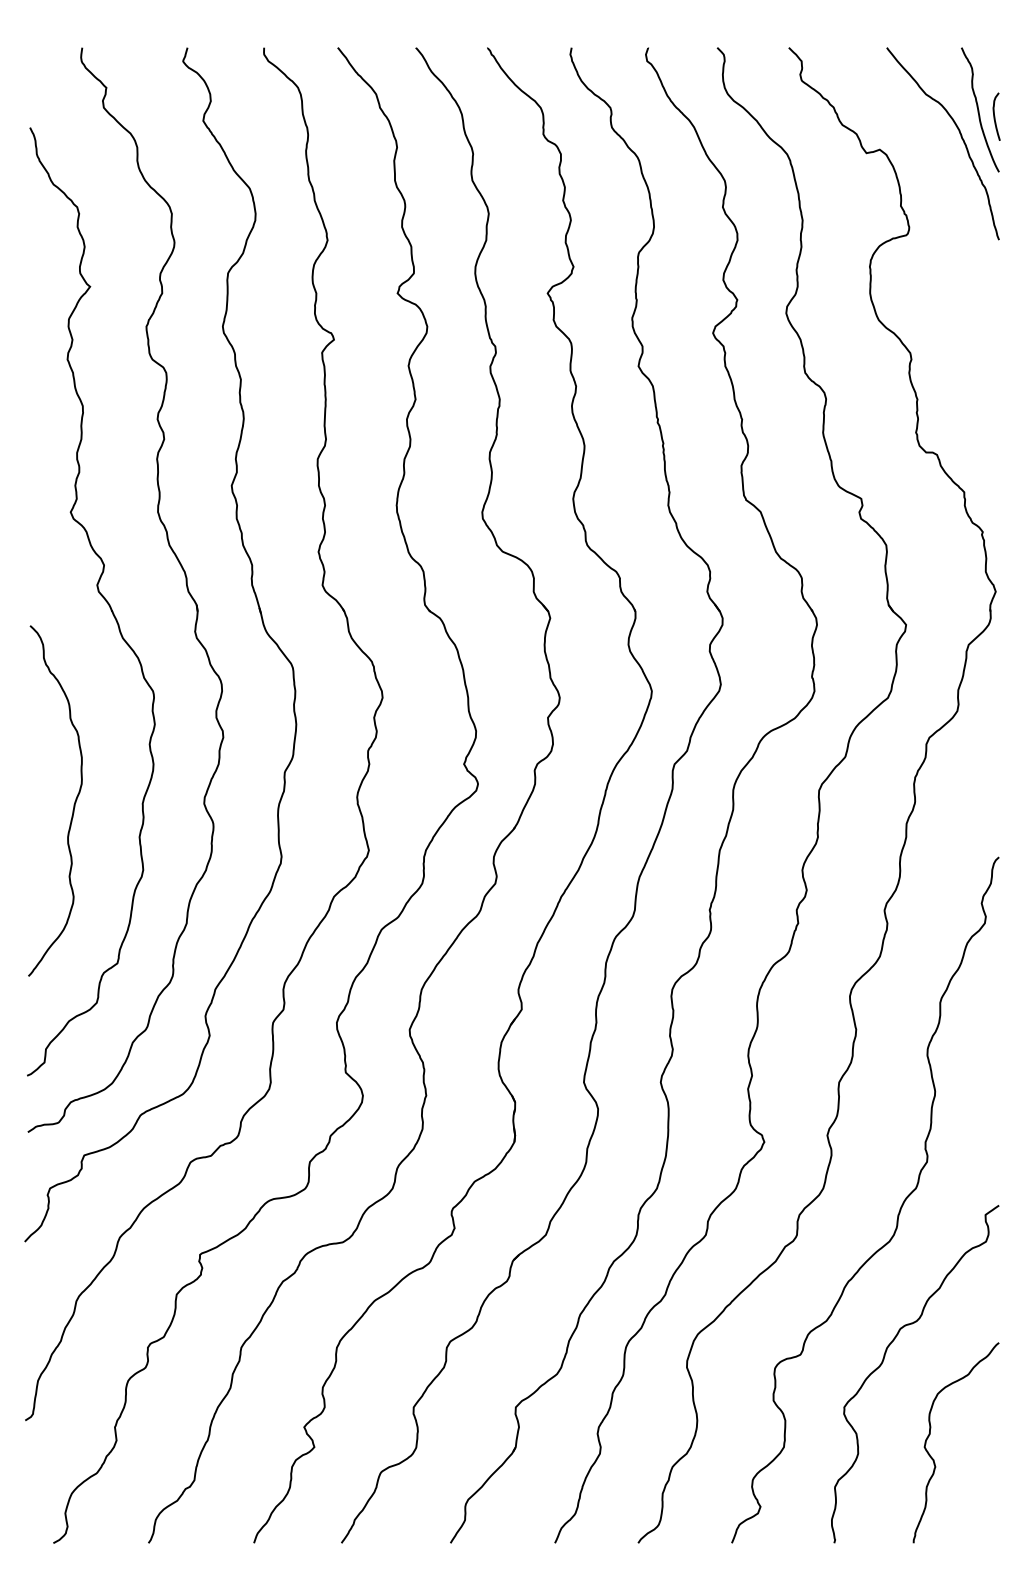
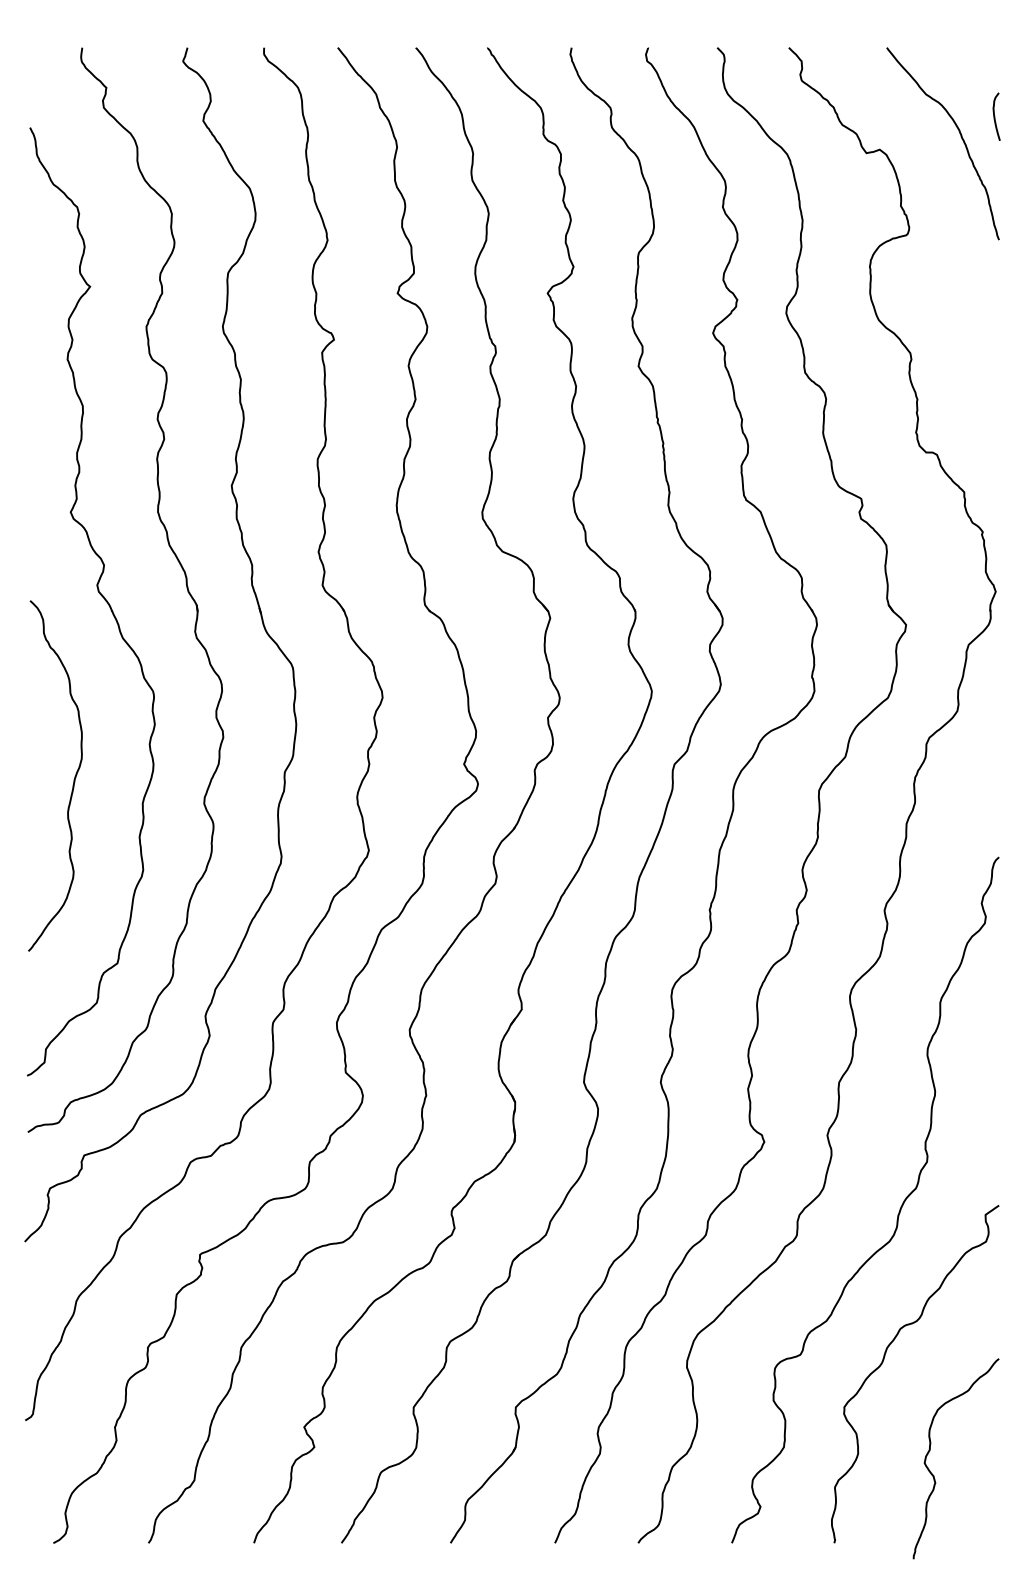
curve at (979, 109): present -> none
curve at (73, 804) position: (73, 804) -> (73, 779)
curve at (930, 1434) position: (930, 1434) -> (930, 1450)
